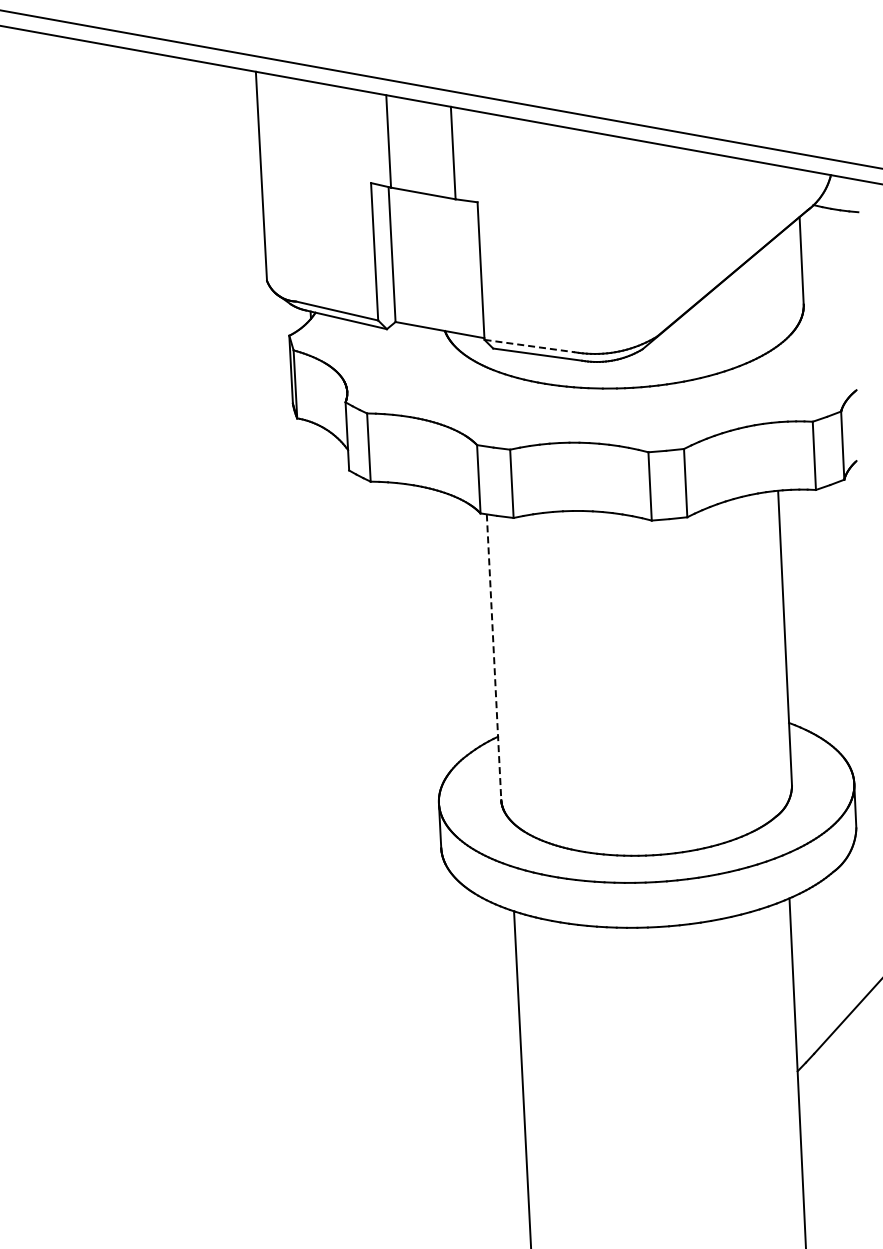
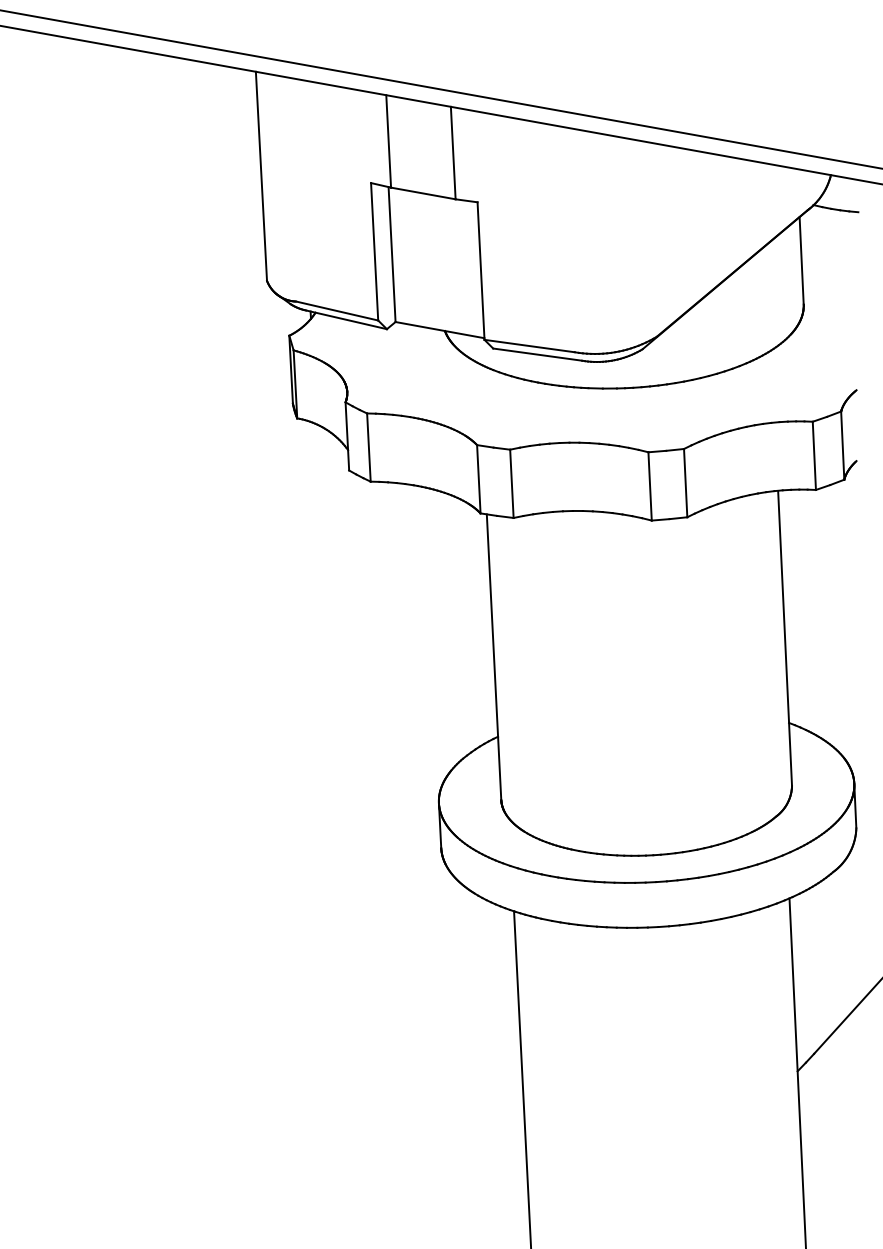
line at (529, 346): dashed -> solid
line at (494, 657): dashed -> solid
